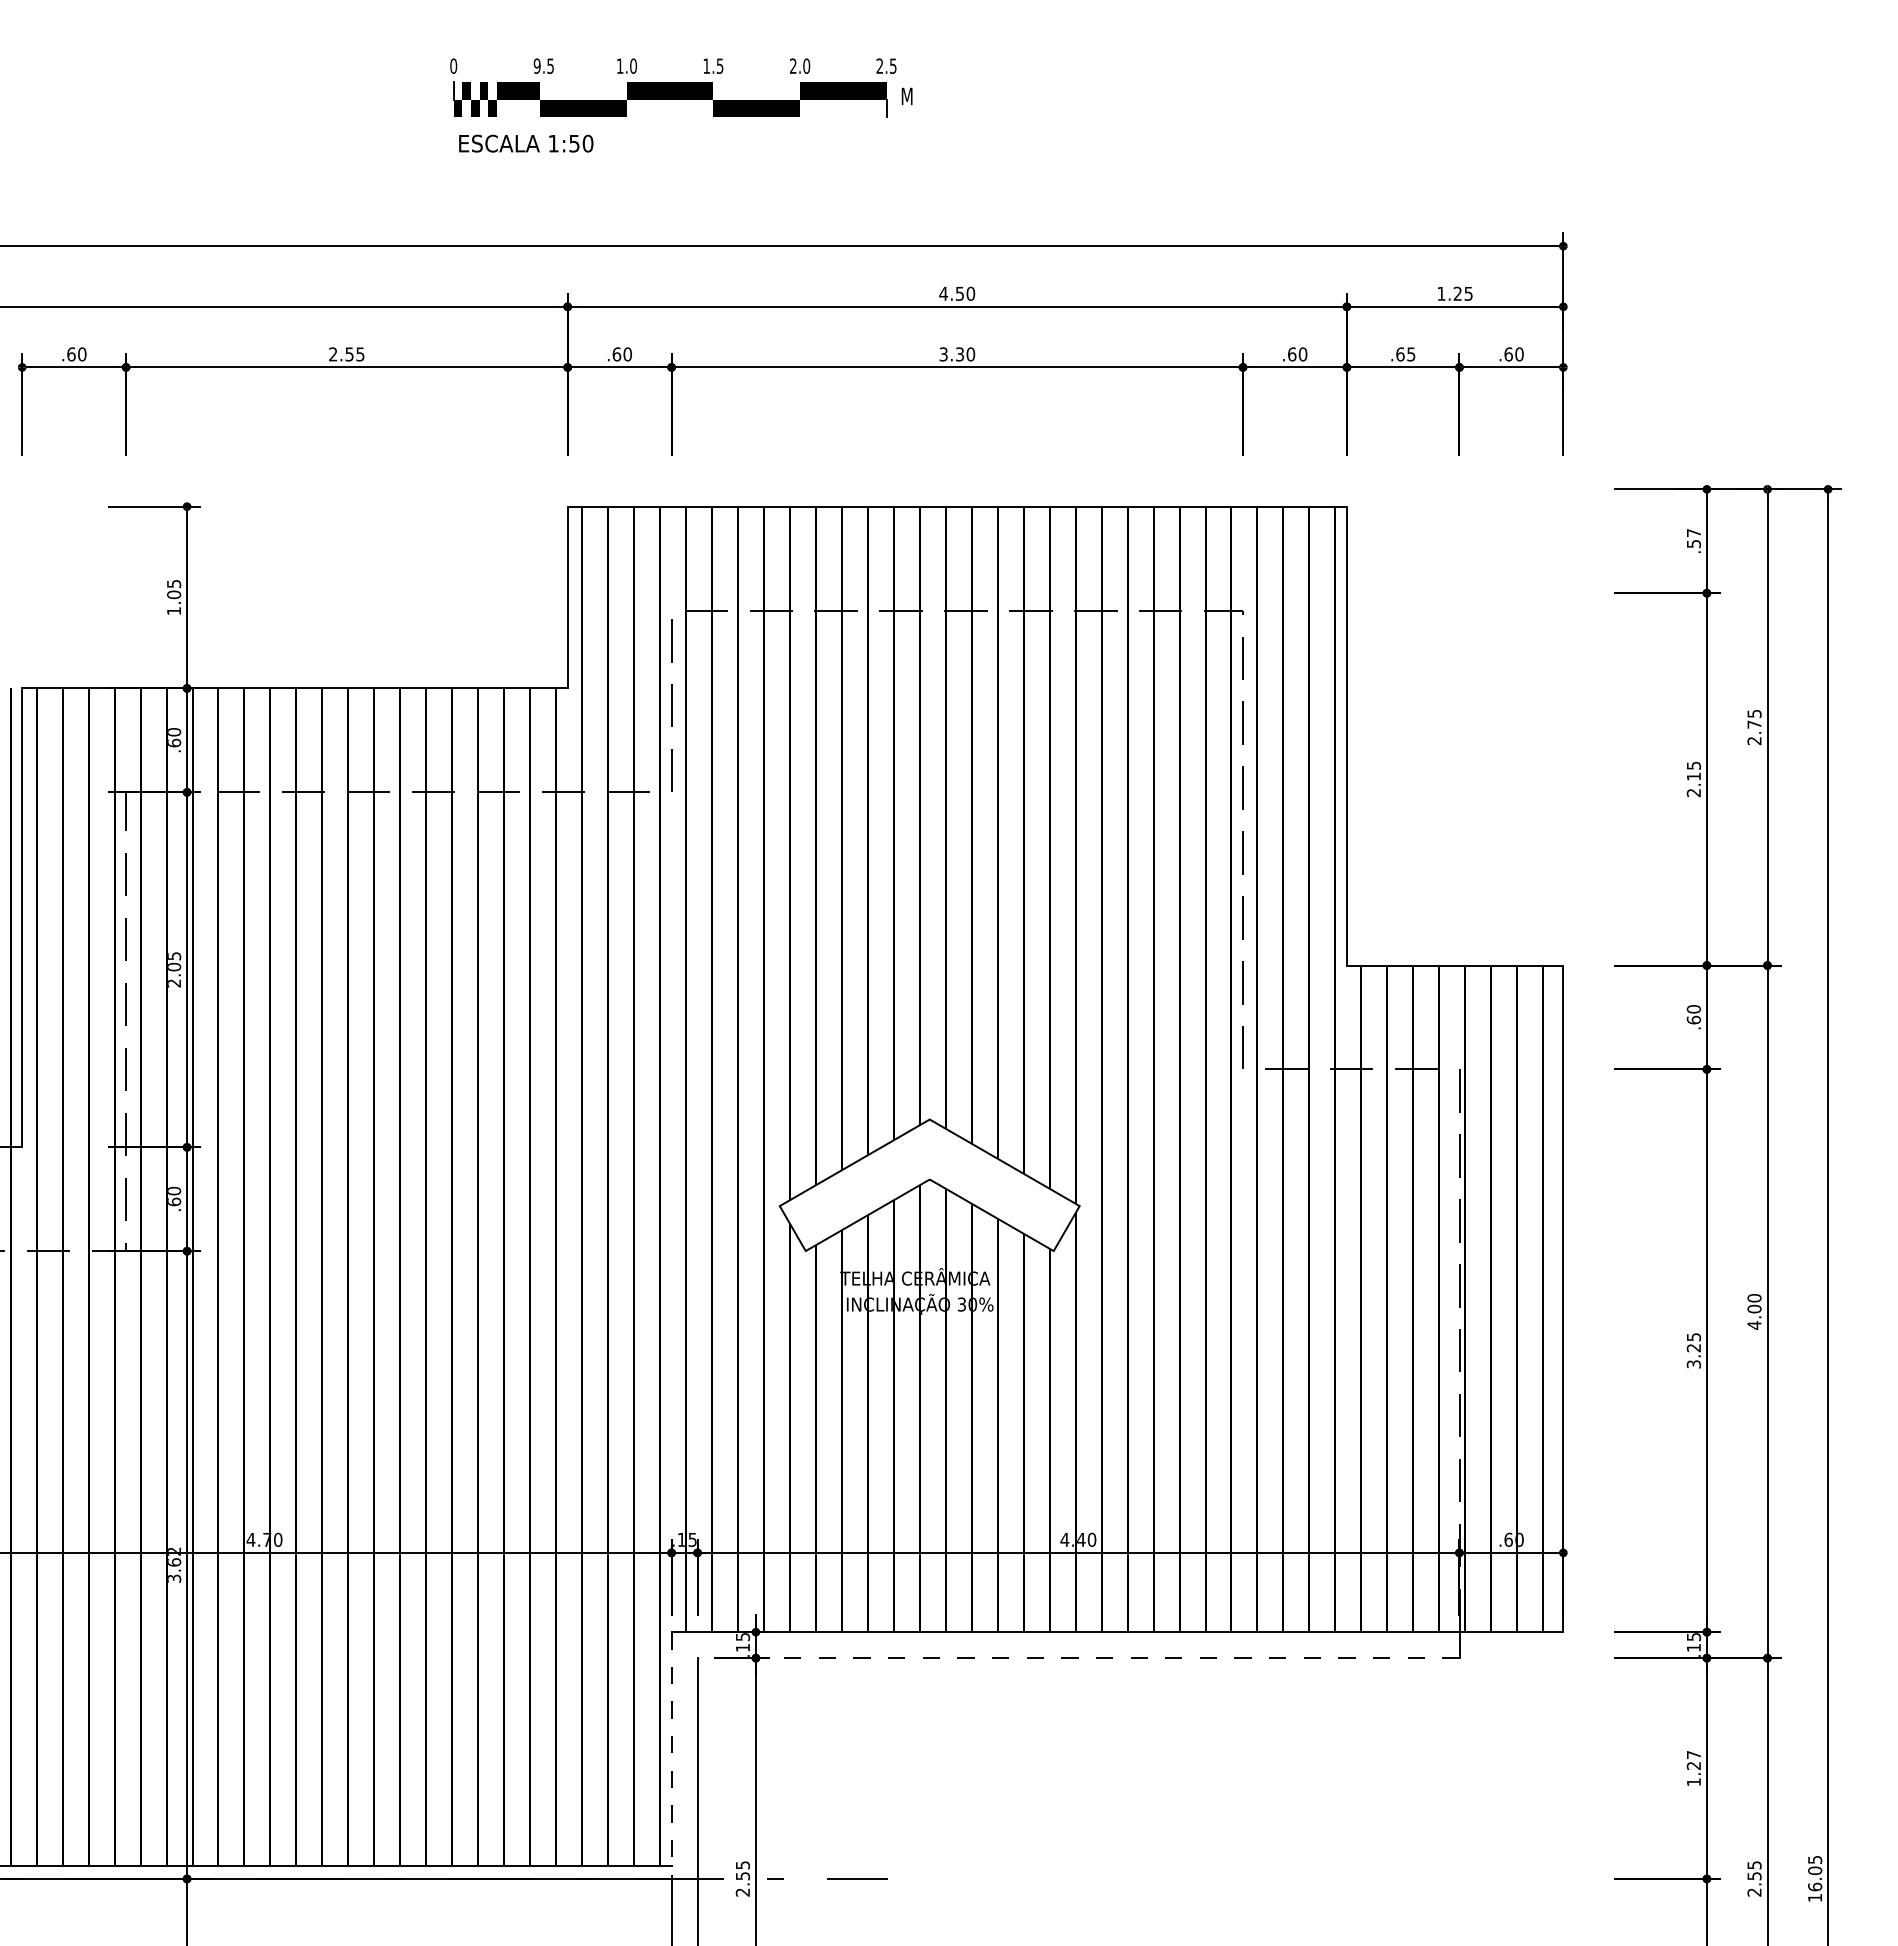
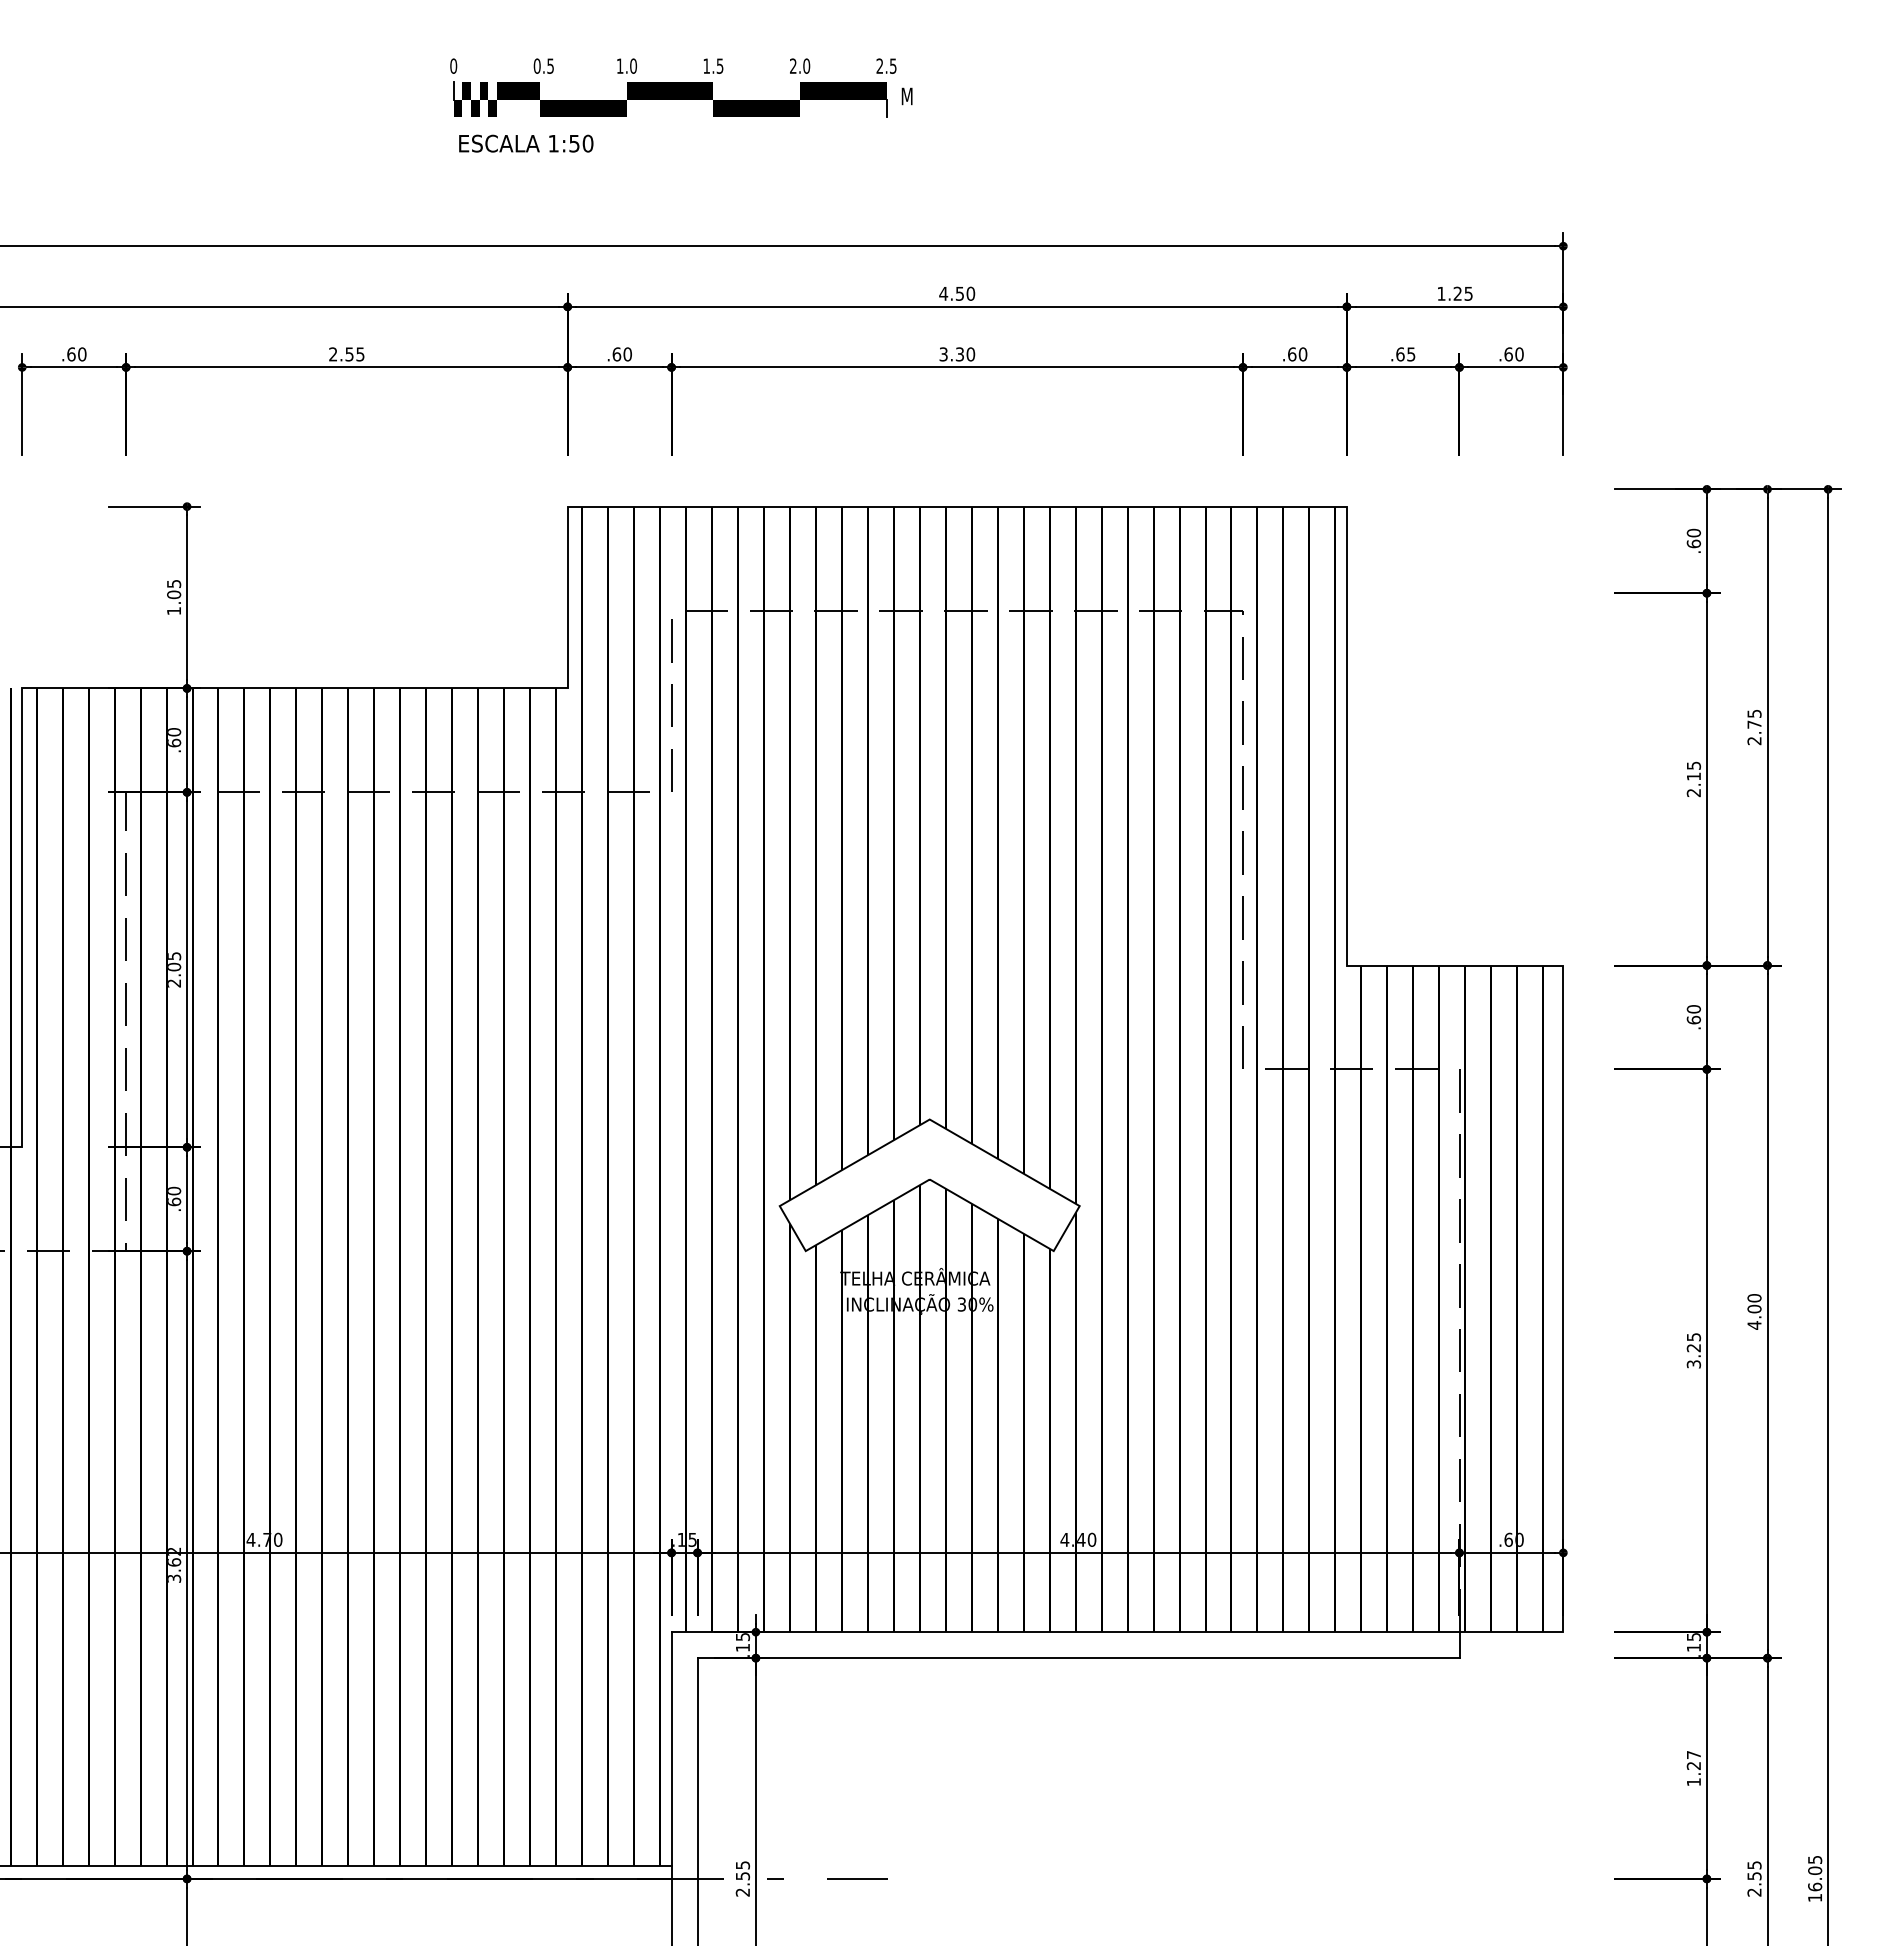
text at (536, 66): 9.5 -> 0.5
text at (1693, 538): .57 -> .60
line at (1078, 1658): dashed -> solid
line at (671, 1756): dashed -> solid
